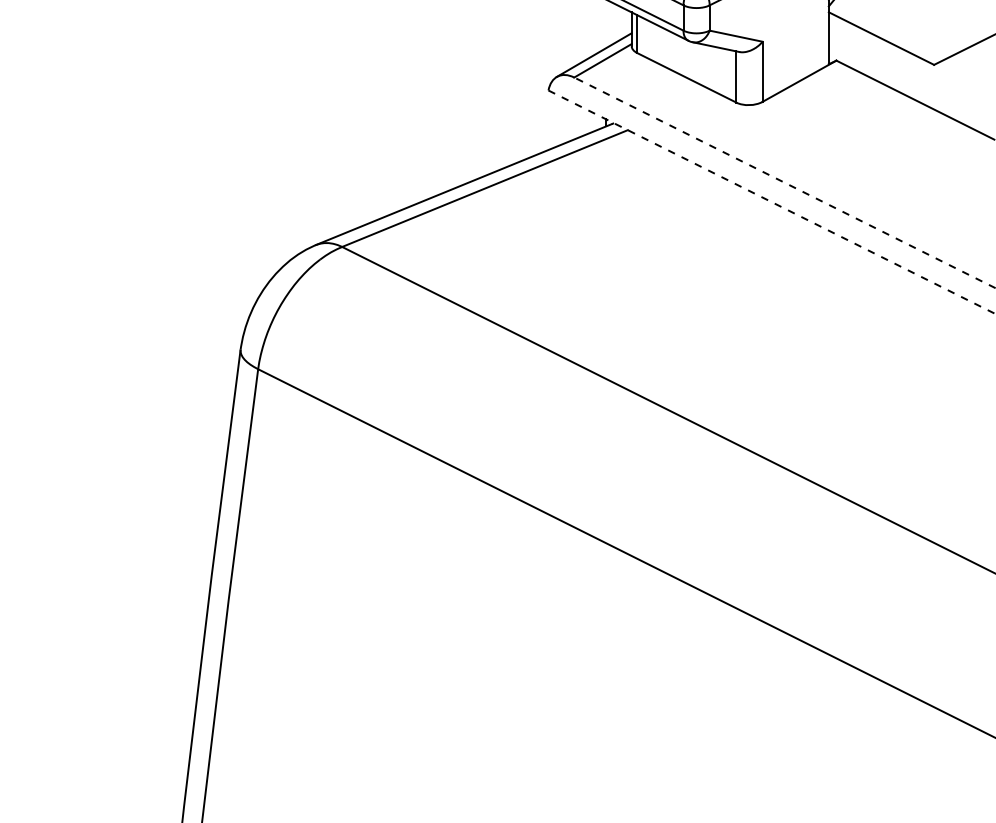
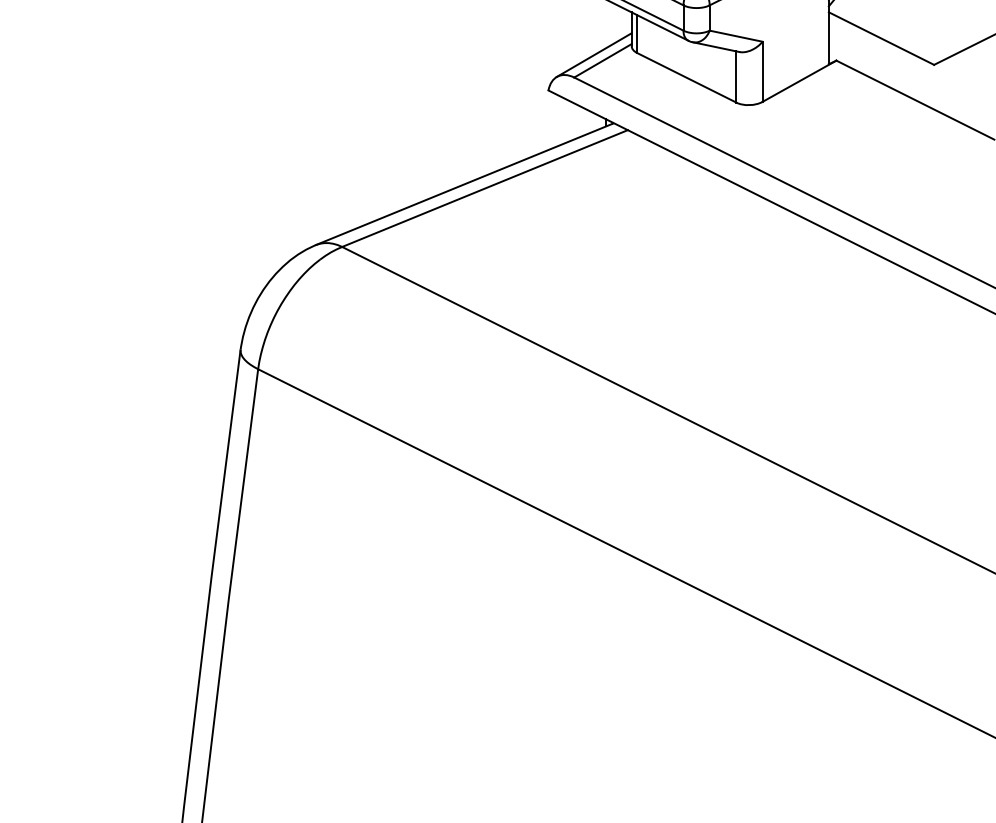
line at (784, 182): dashed -> solid
line at (771, 202): dashed -> solid
